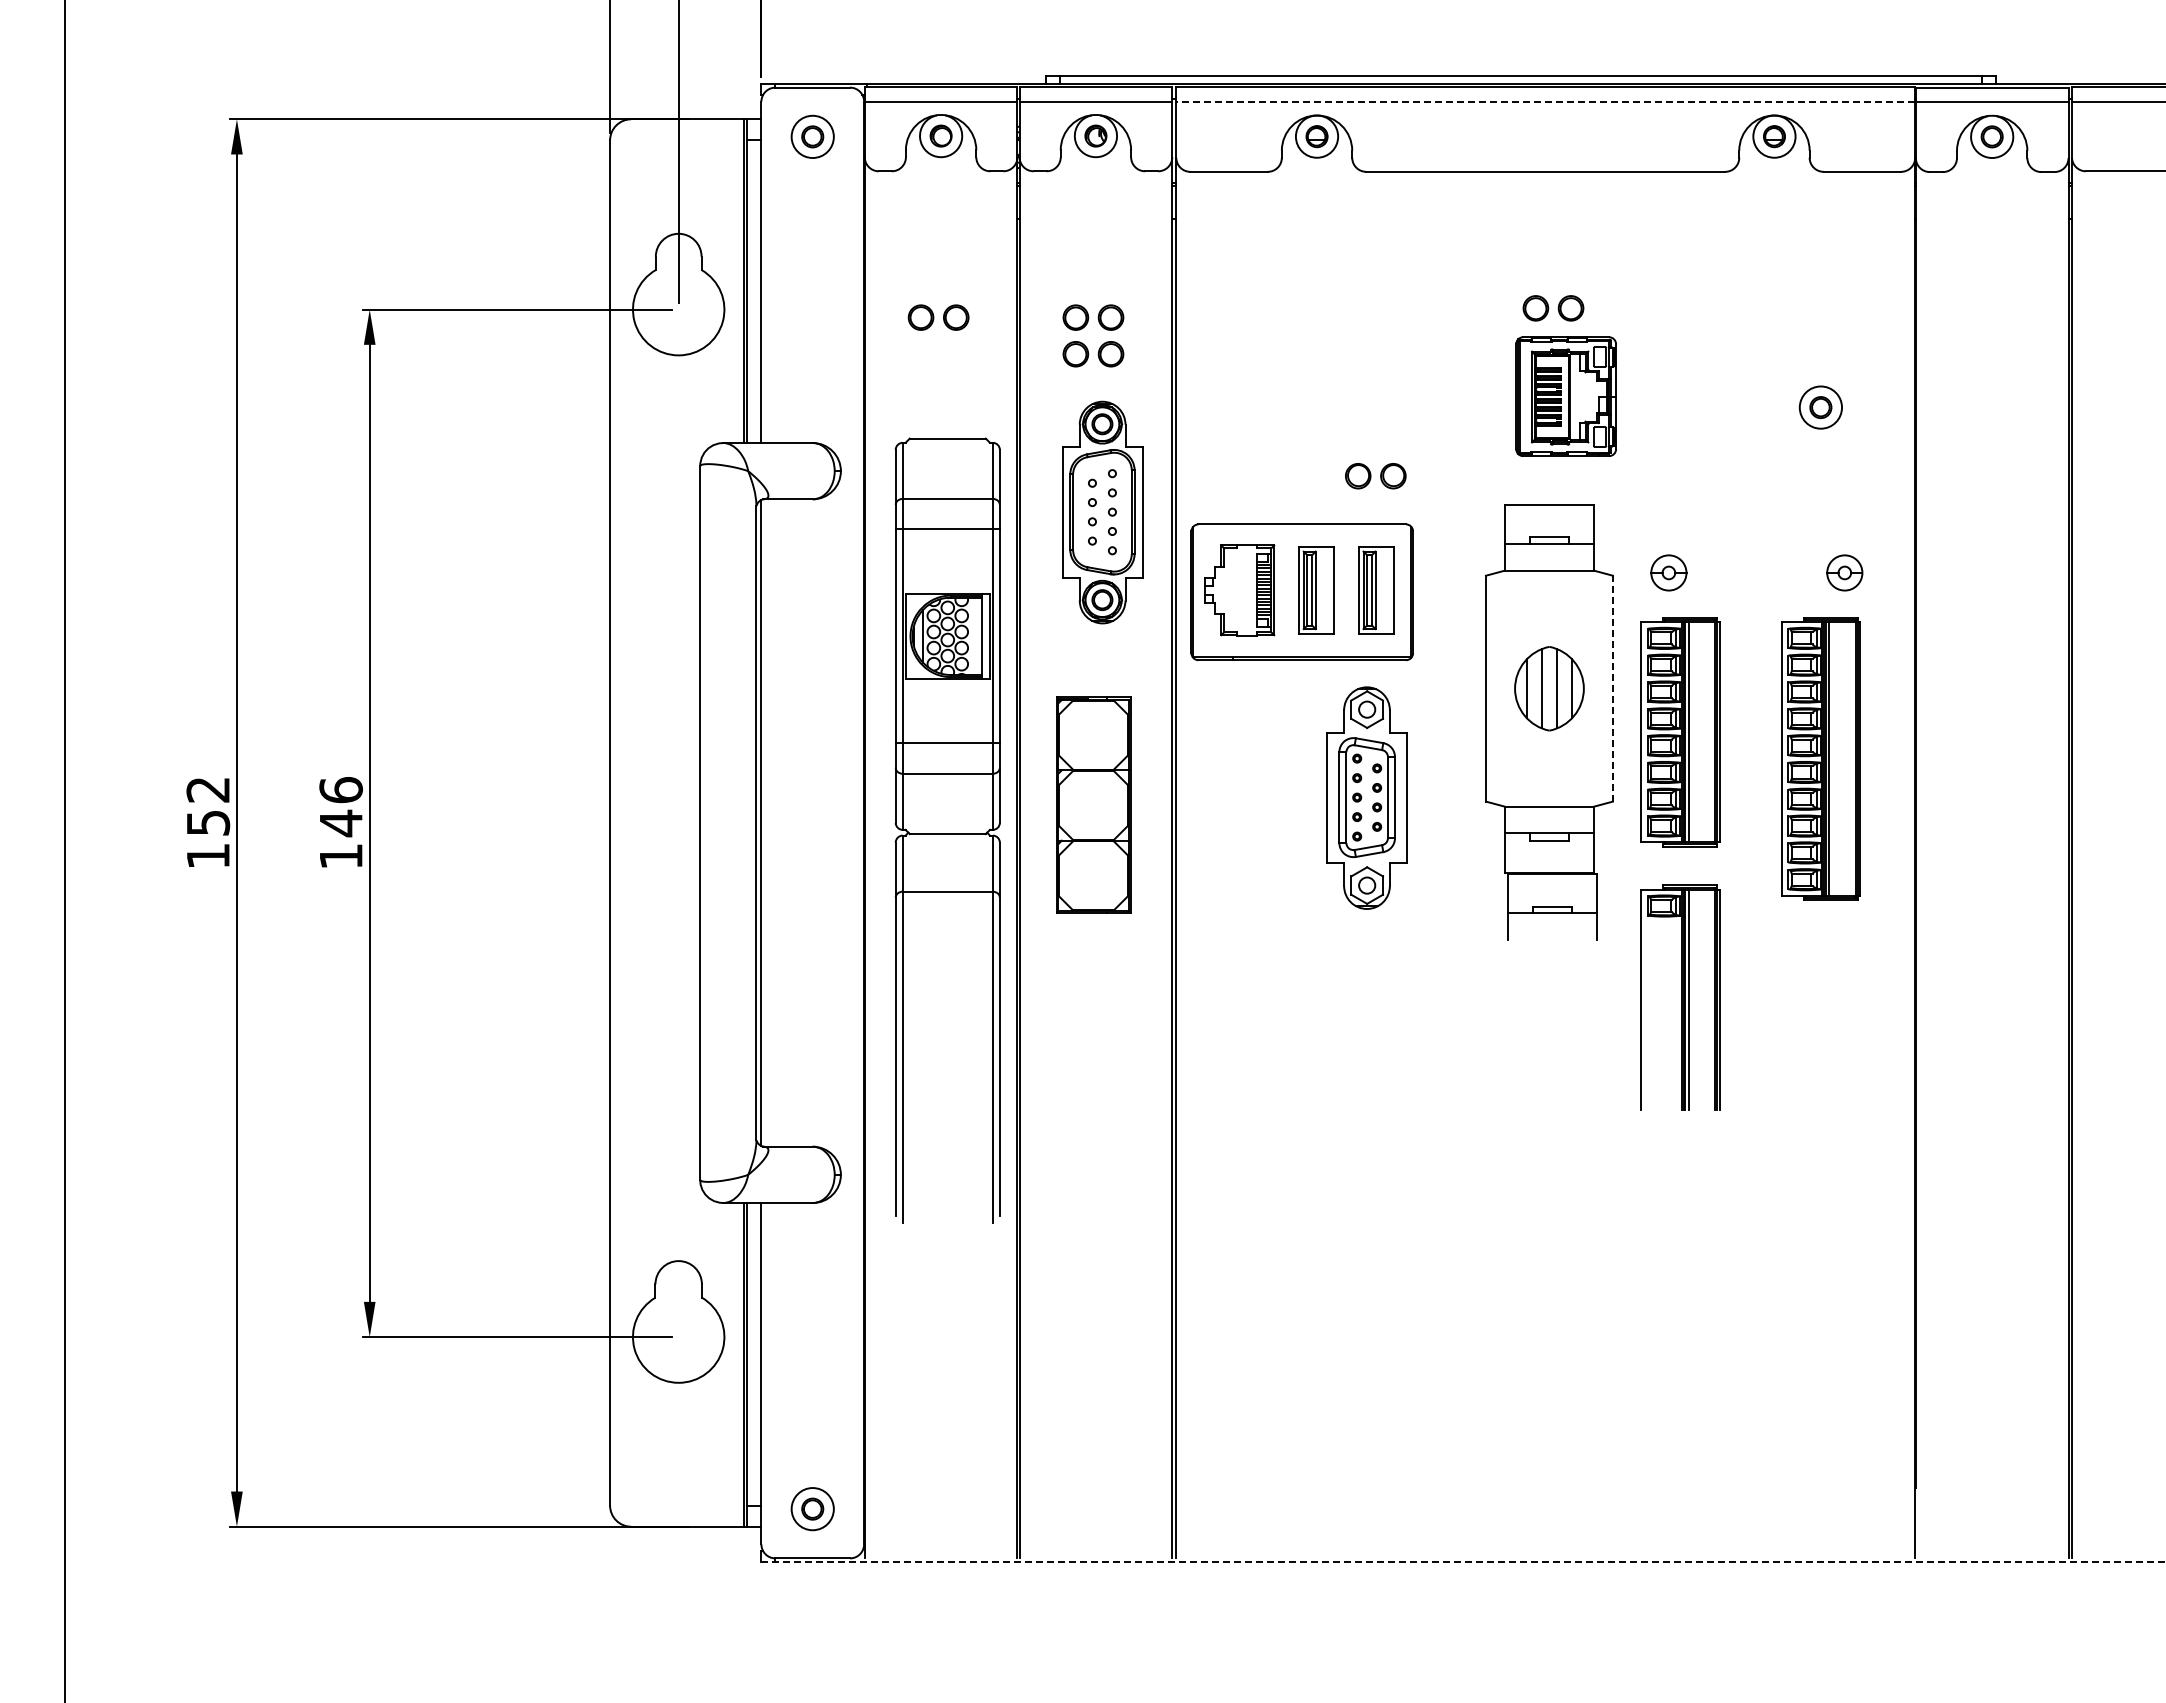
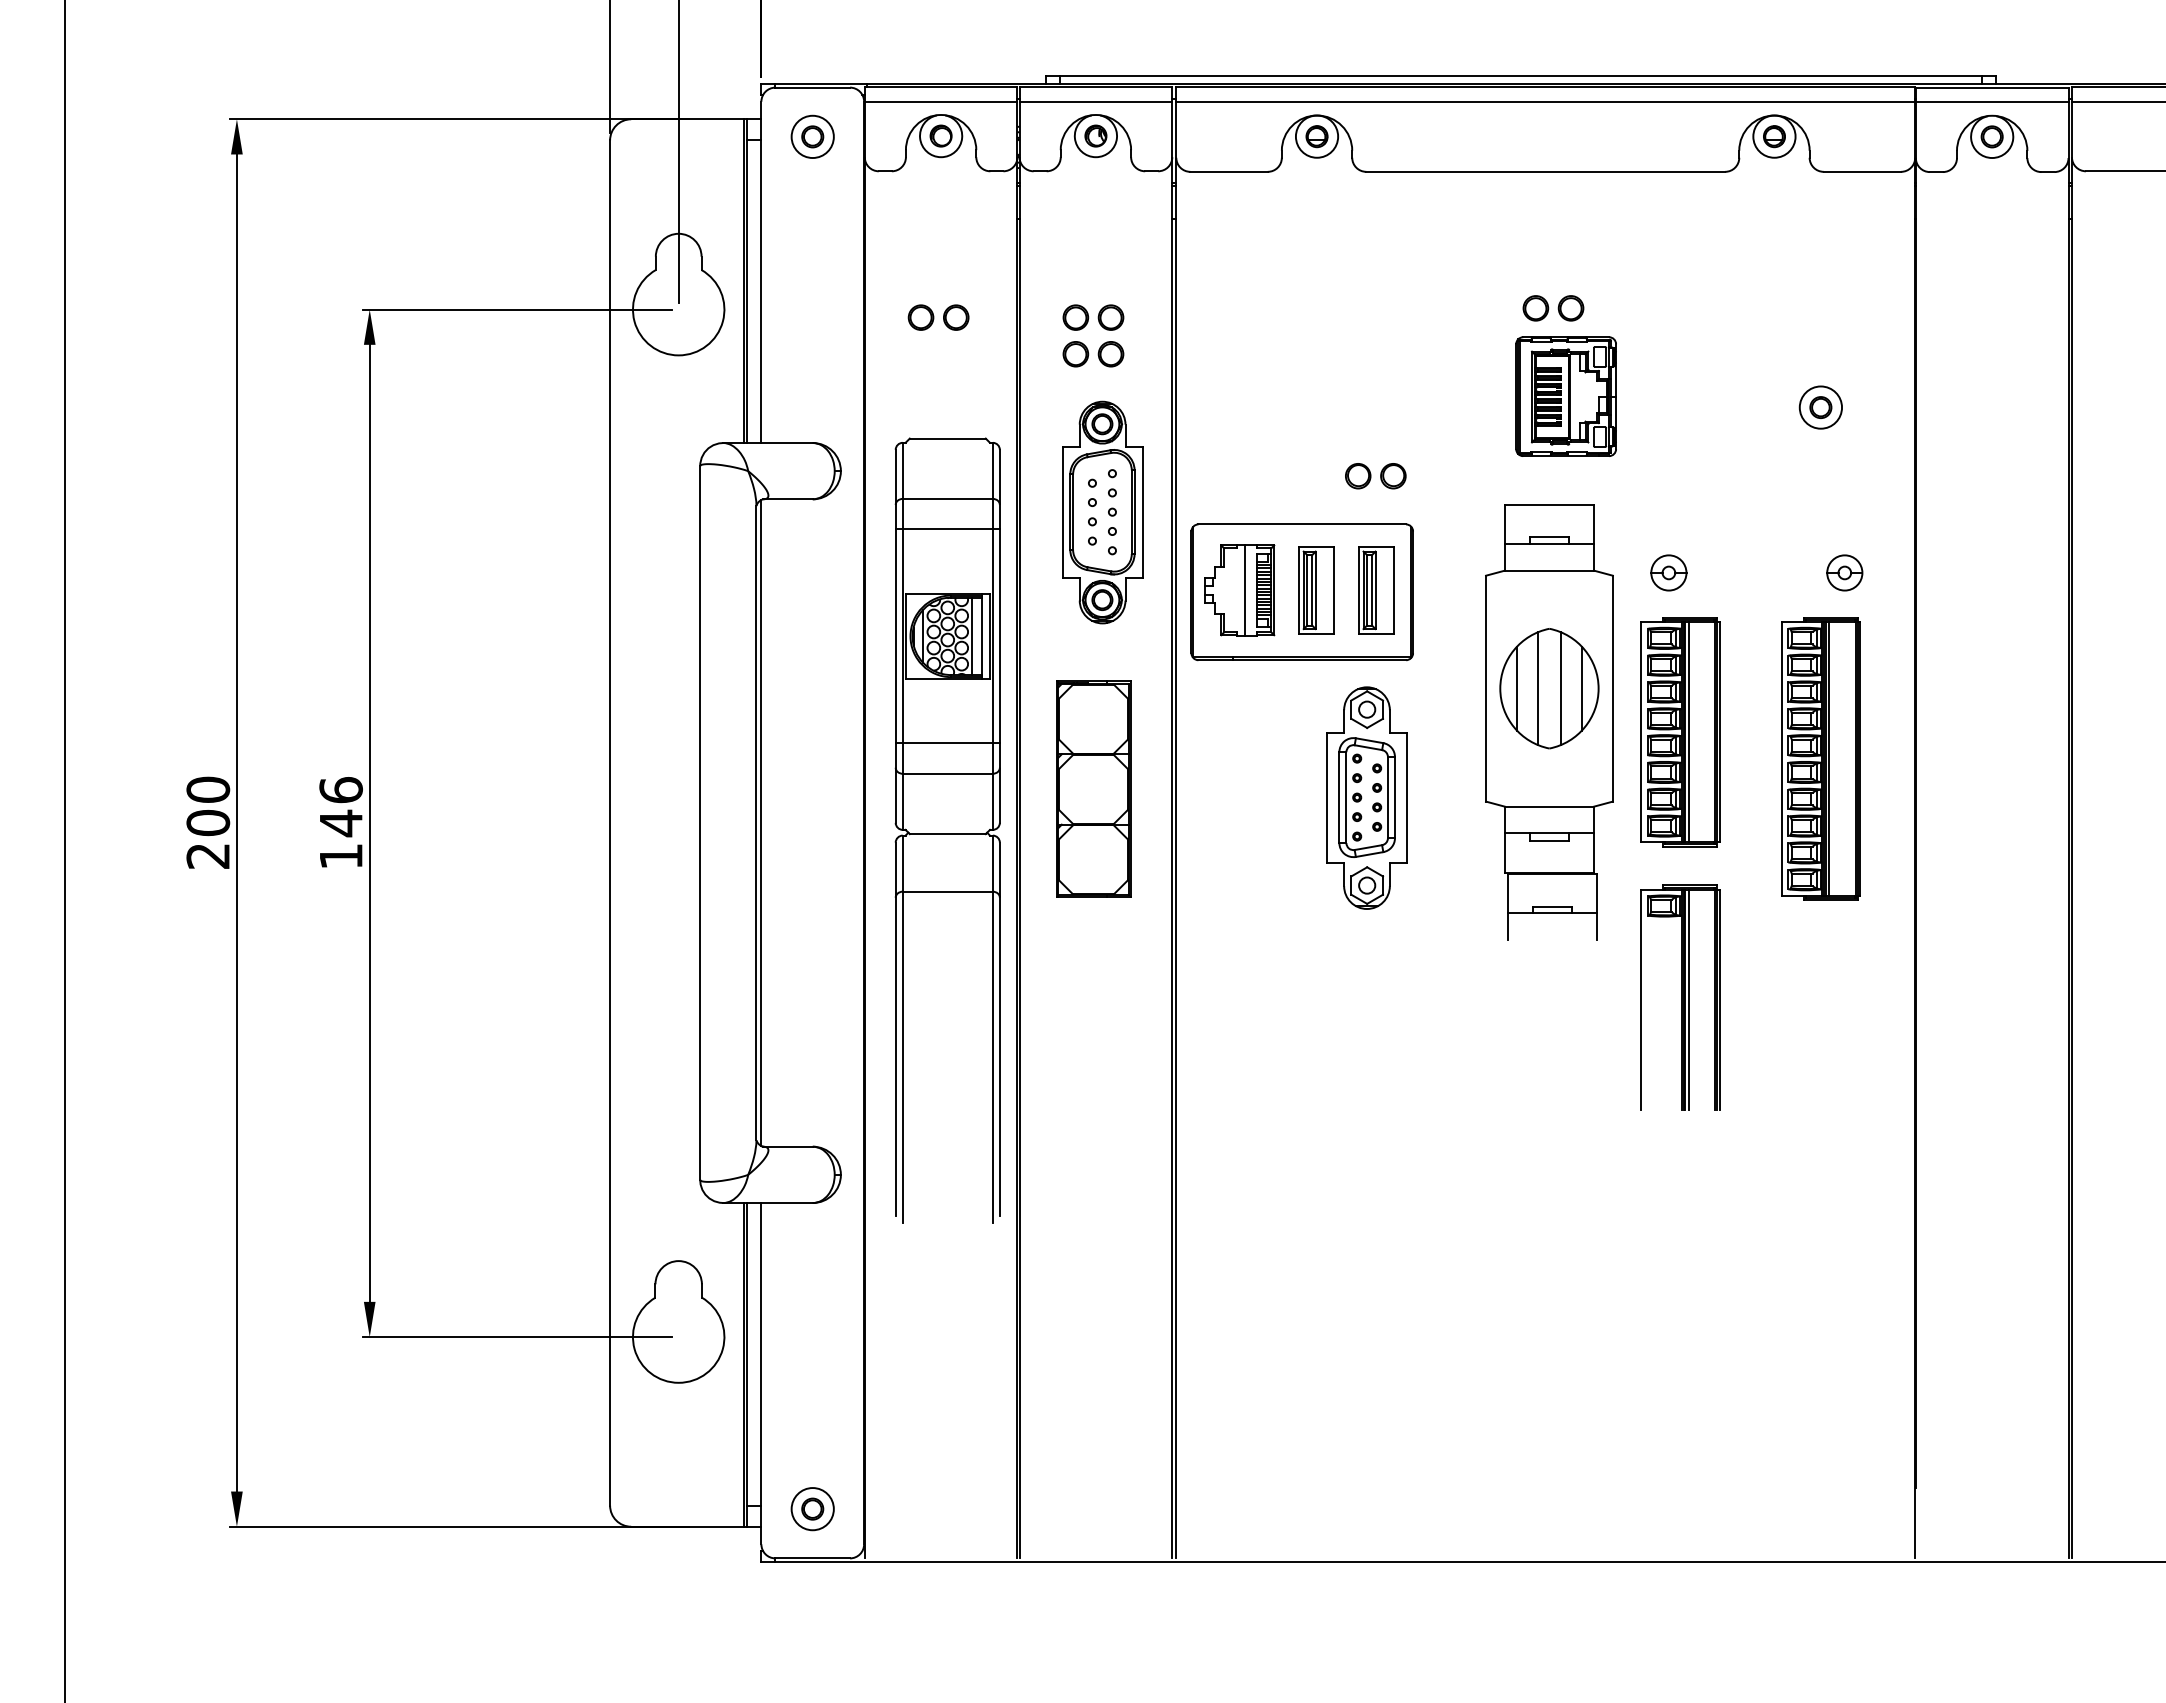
line at (1545, 102): dashed -> solid
line at (1245, 589): none -> present
line at (972, 636): none -> present
part at (1549, 688) size: 71x86 px -> 101x122 px
line at (1612, 688): dashed -> solid
part at (1093, 804) position: (1093, 804) -> (1093, 788)
text at (208, 822): 152 -> 200
line at (1463, 1561): dashed -> solid
